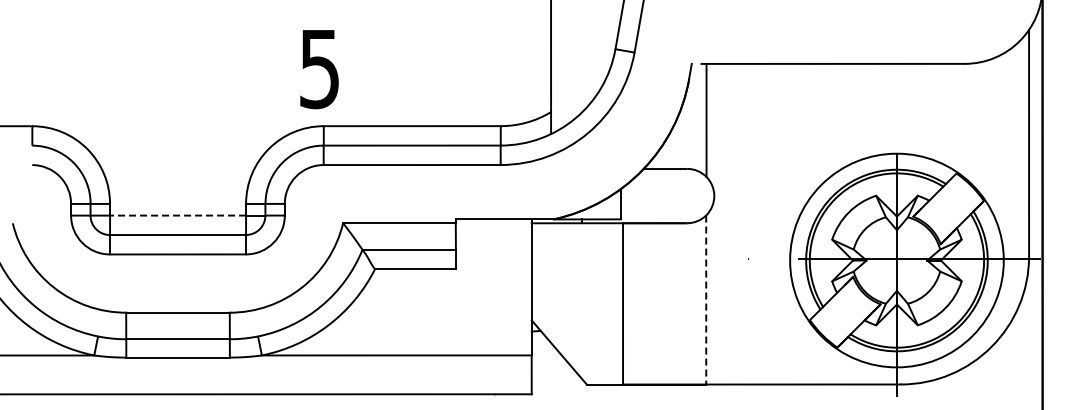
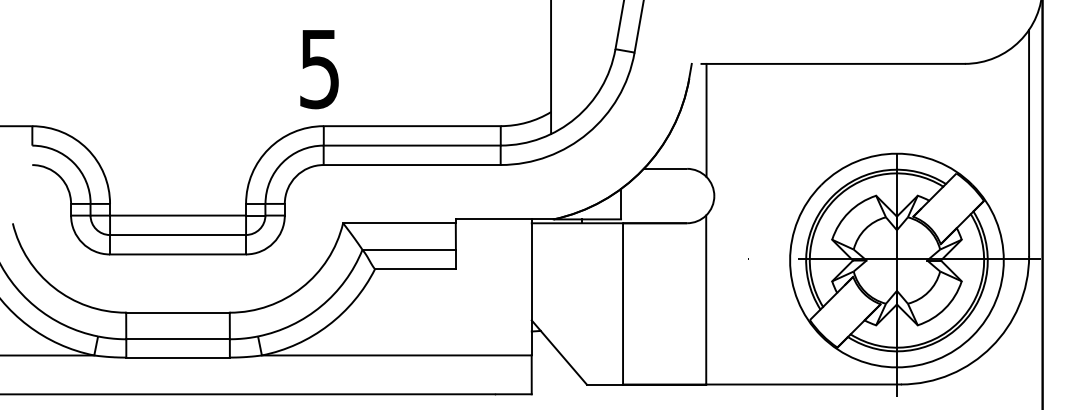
line at (177, 215): dashed -> solid
line at (706, 300): dashed -> solid
